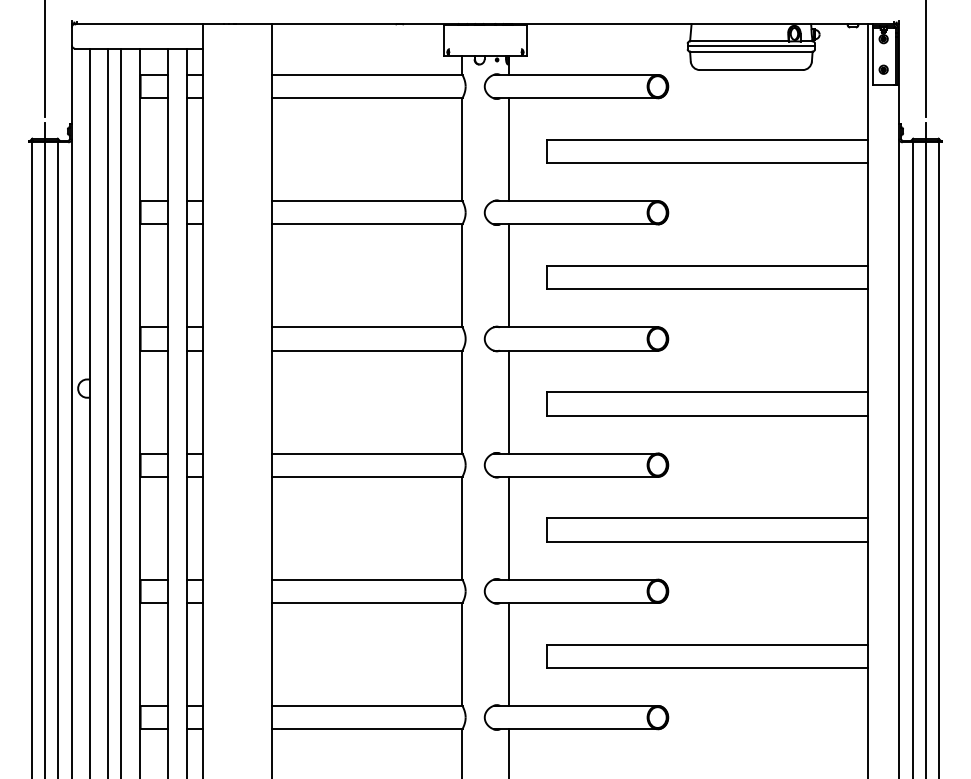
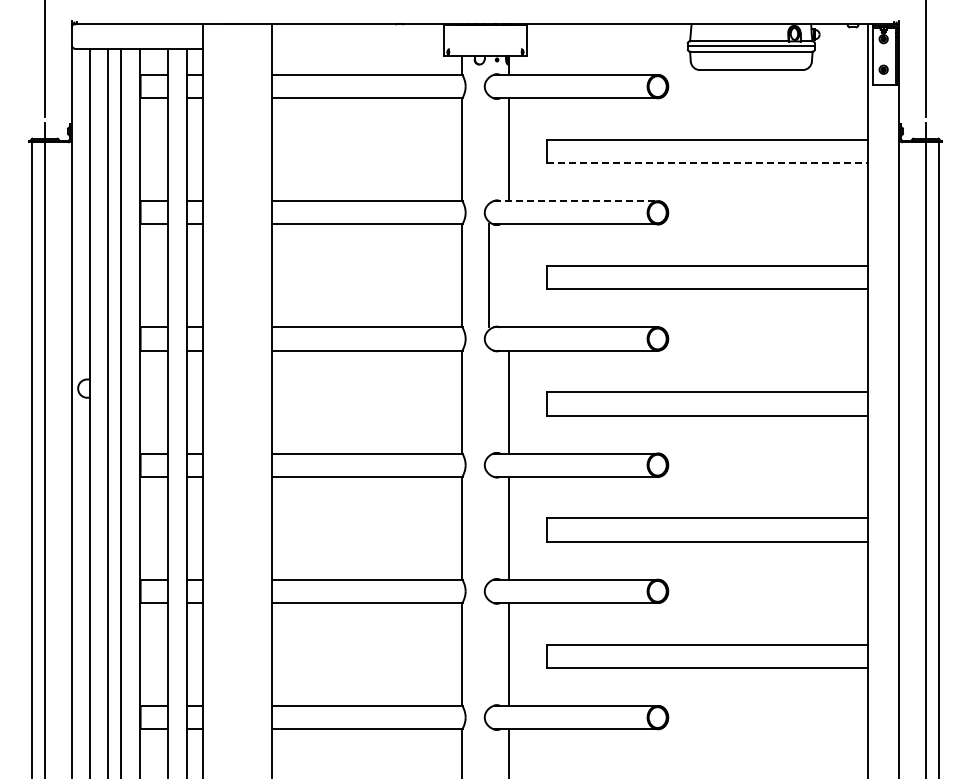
line at (707, 163): solid -> dashed
line at (575, 201): solid -> dashed
line at (508, 275) position: (508, 275) -> (488, 275)
line at (57, 458): present -> none
line at (913, 458): present -> none
